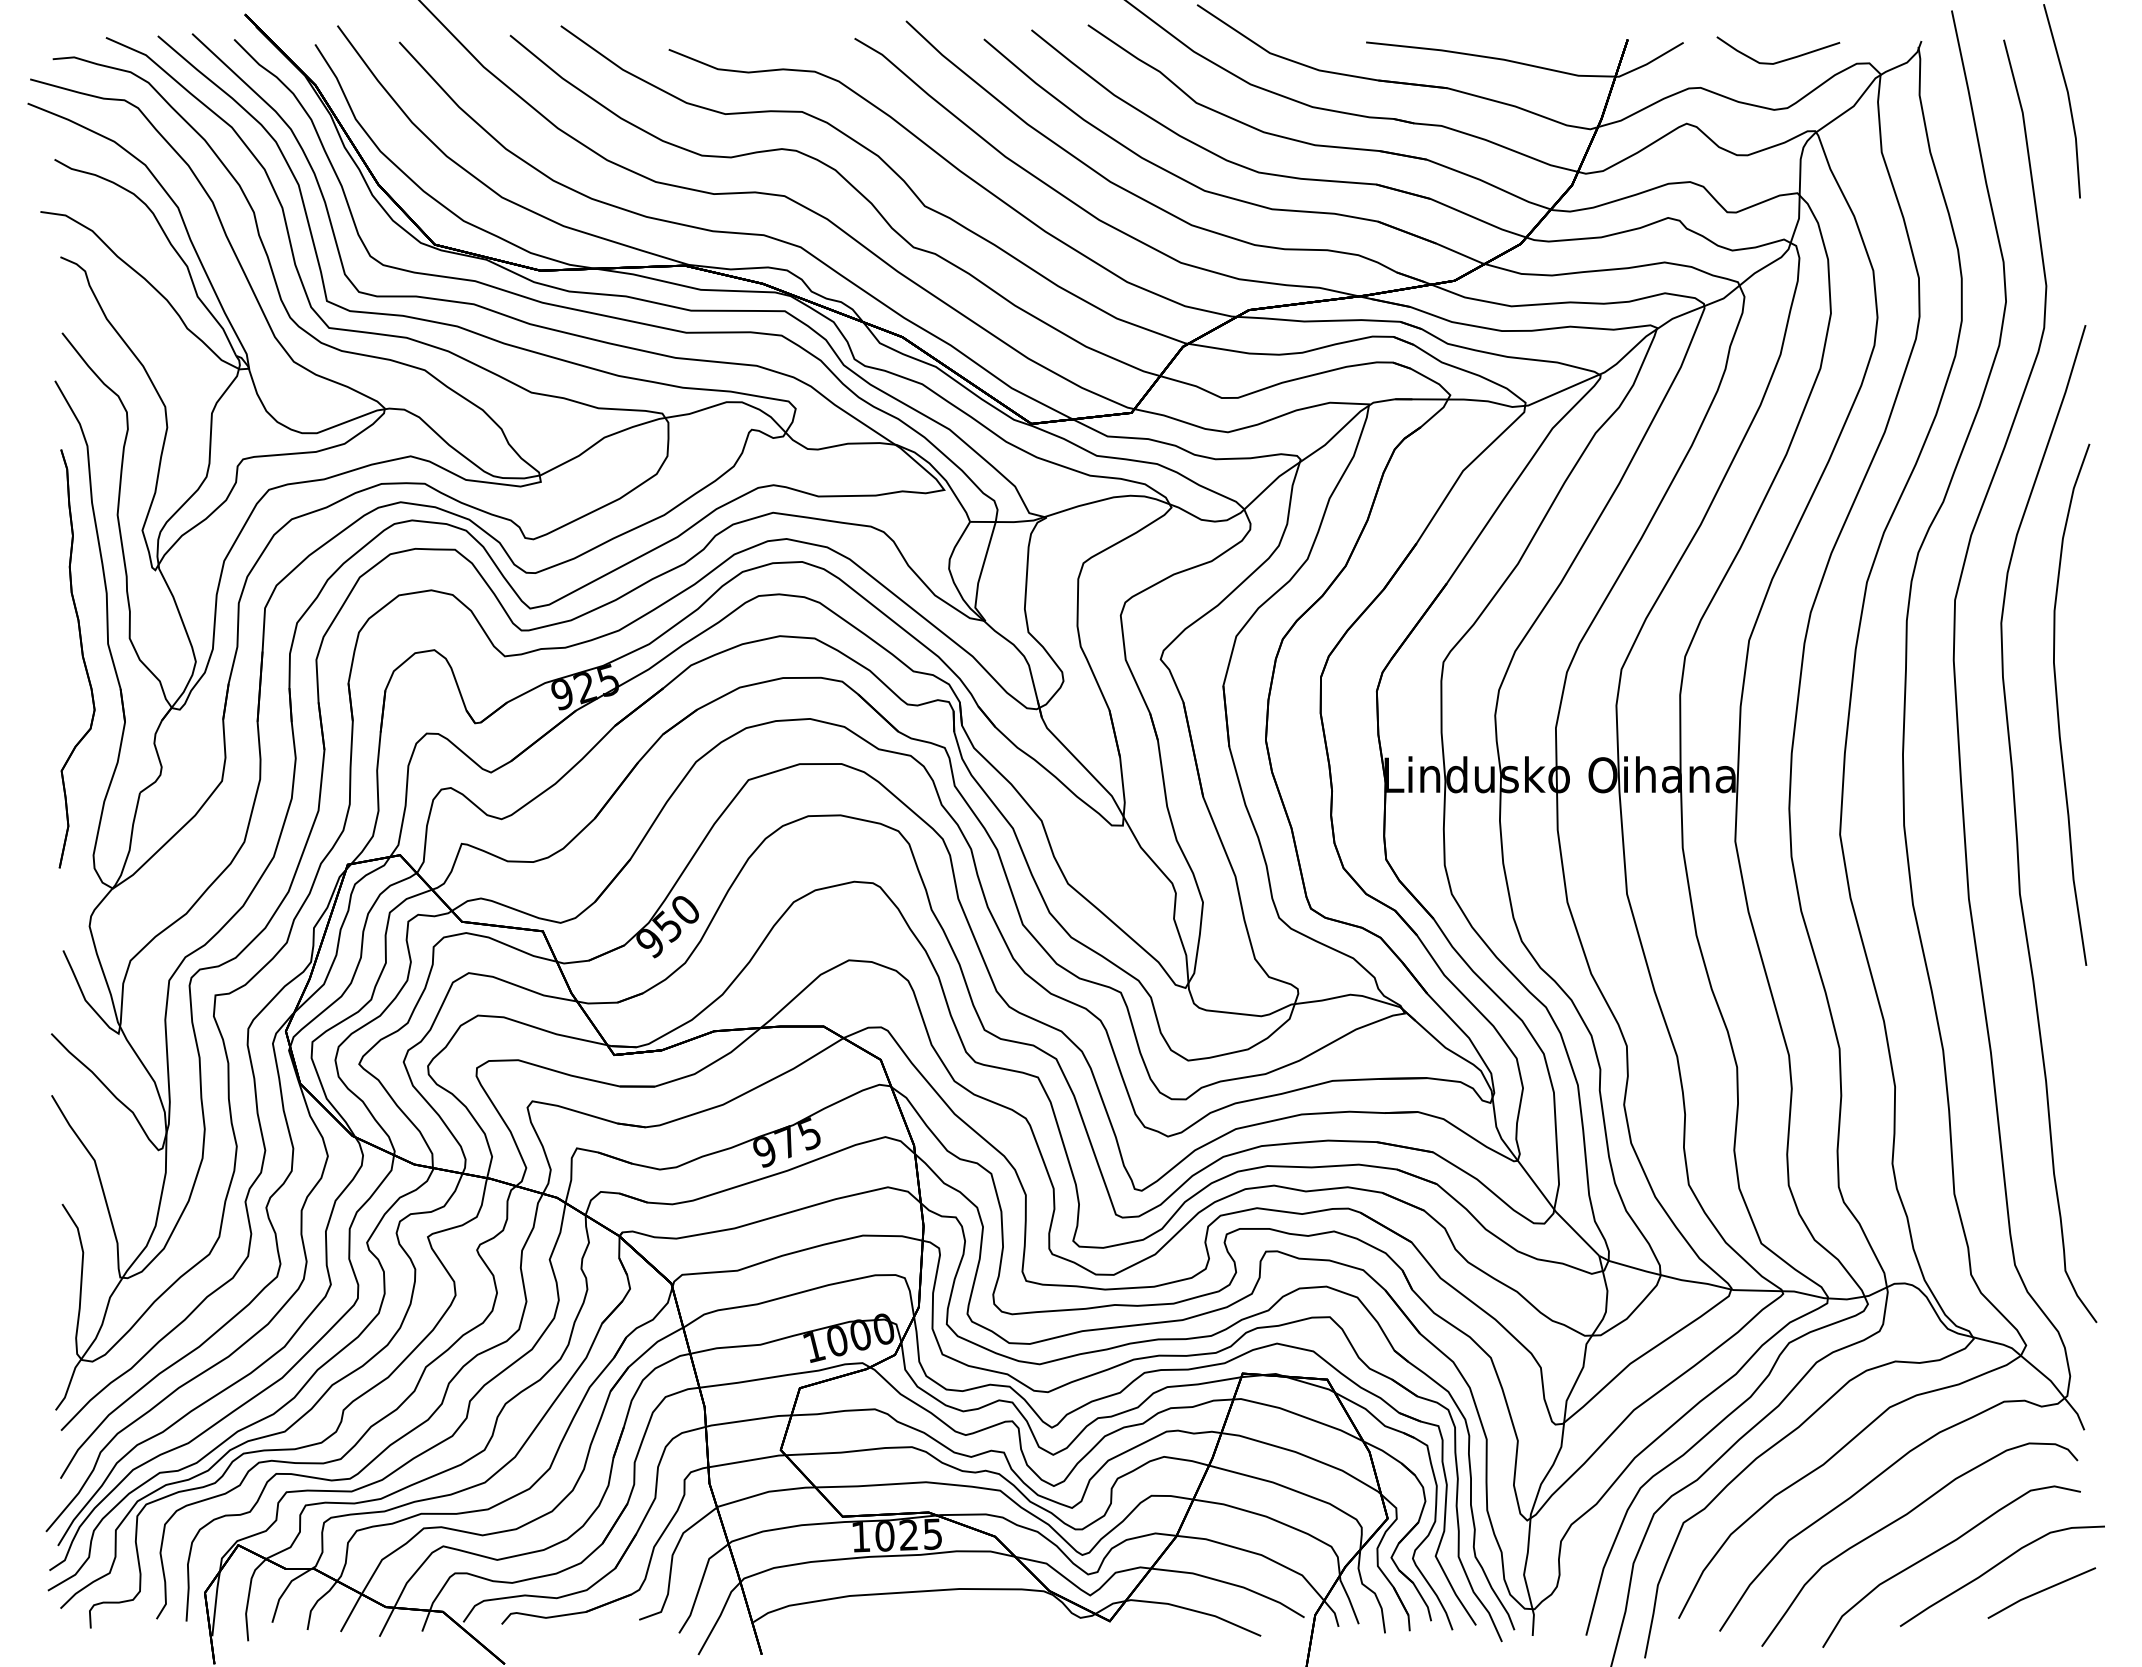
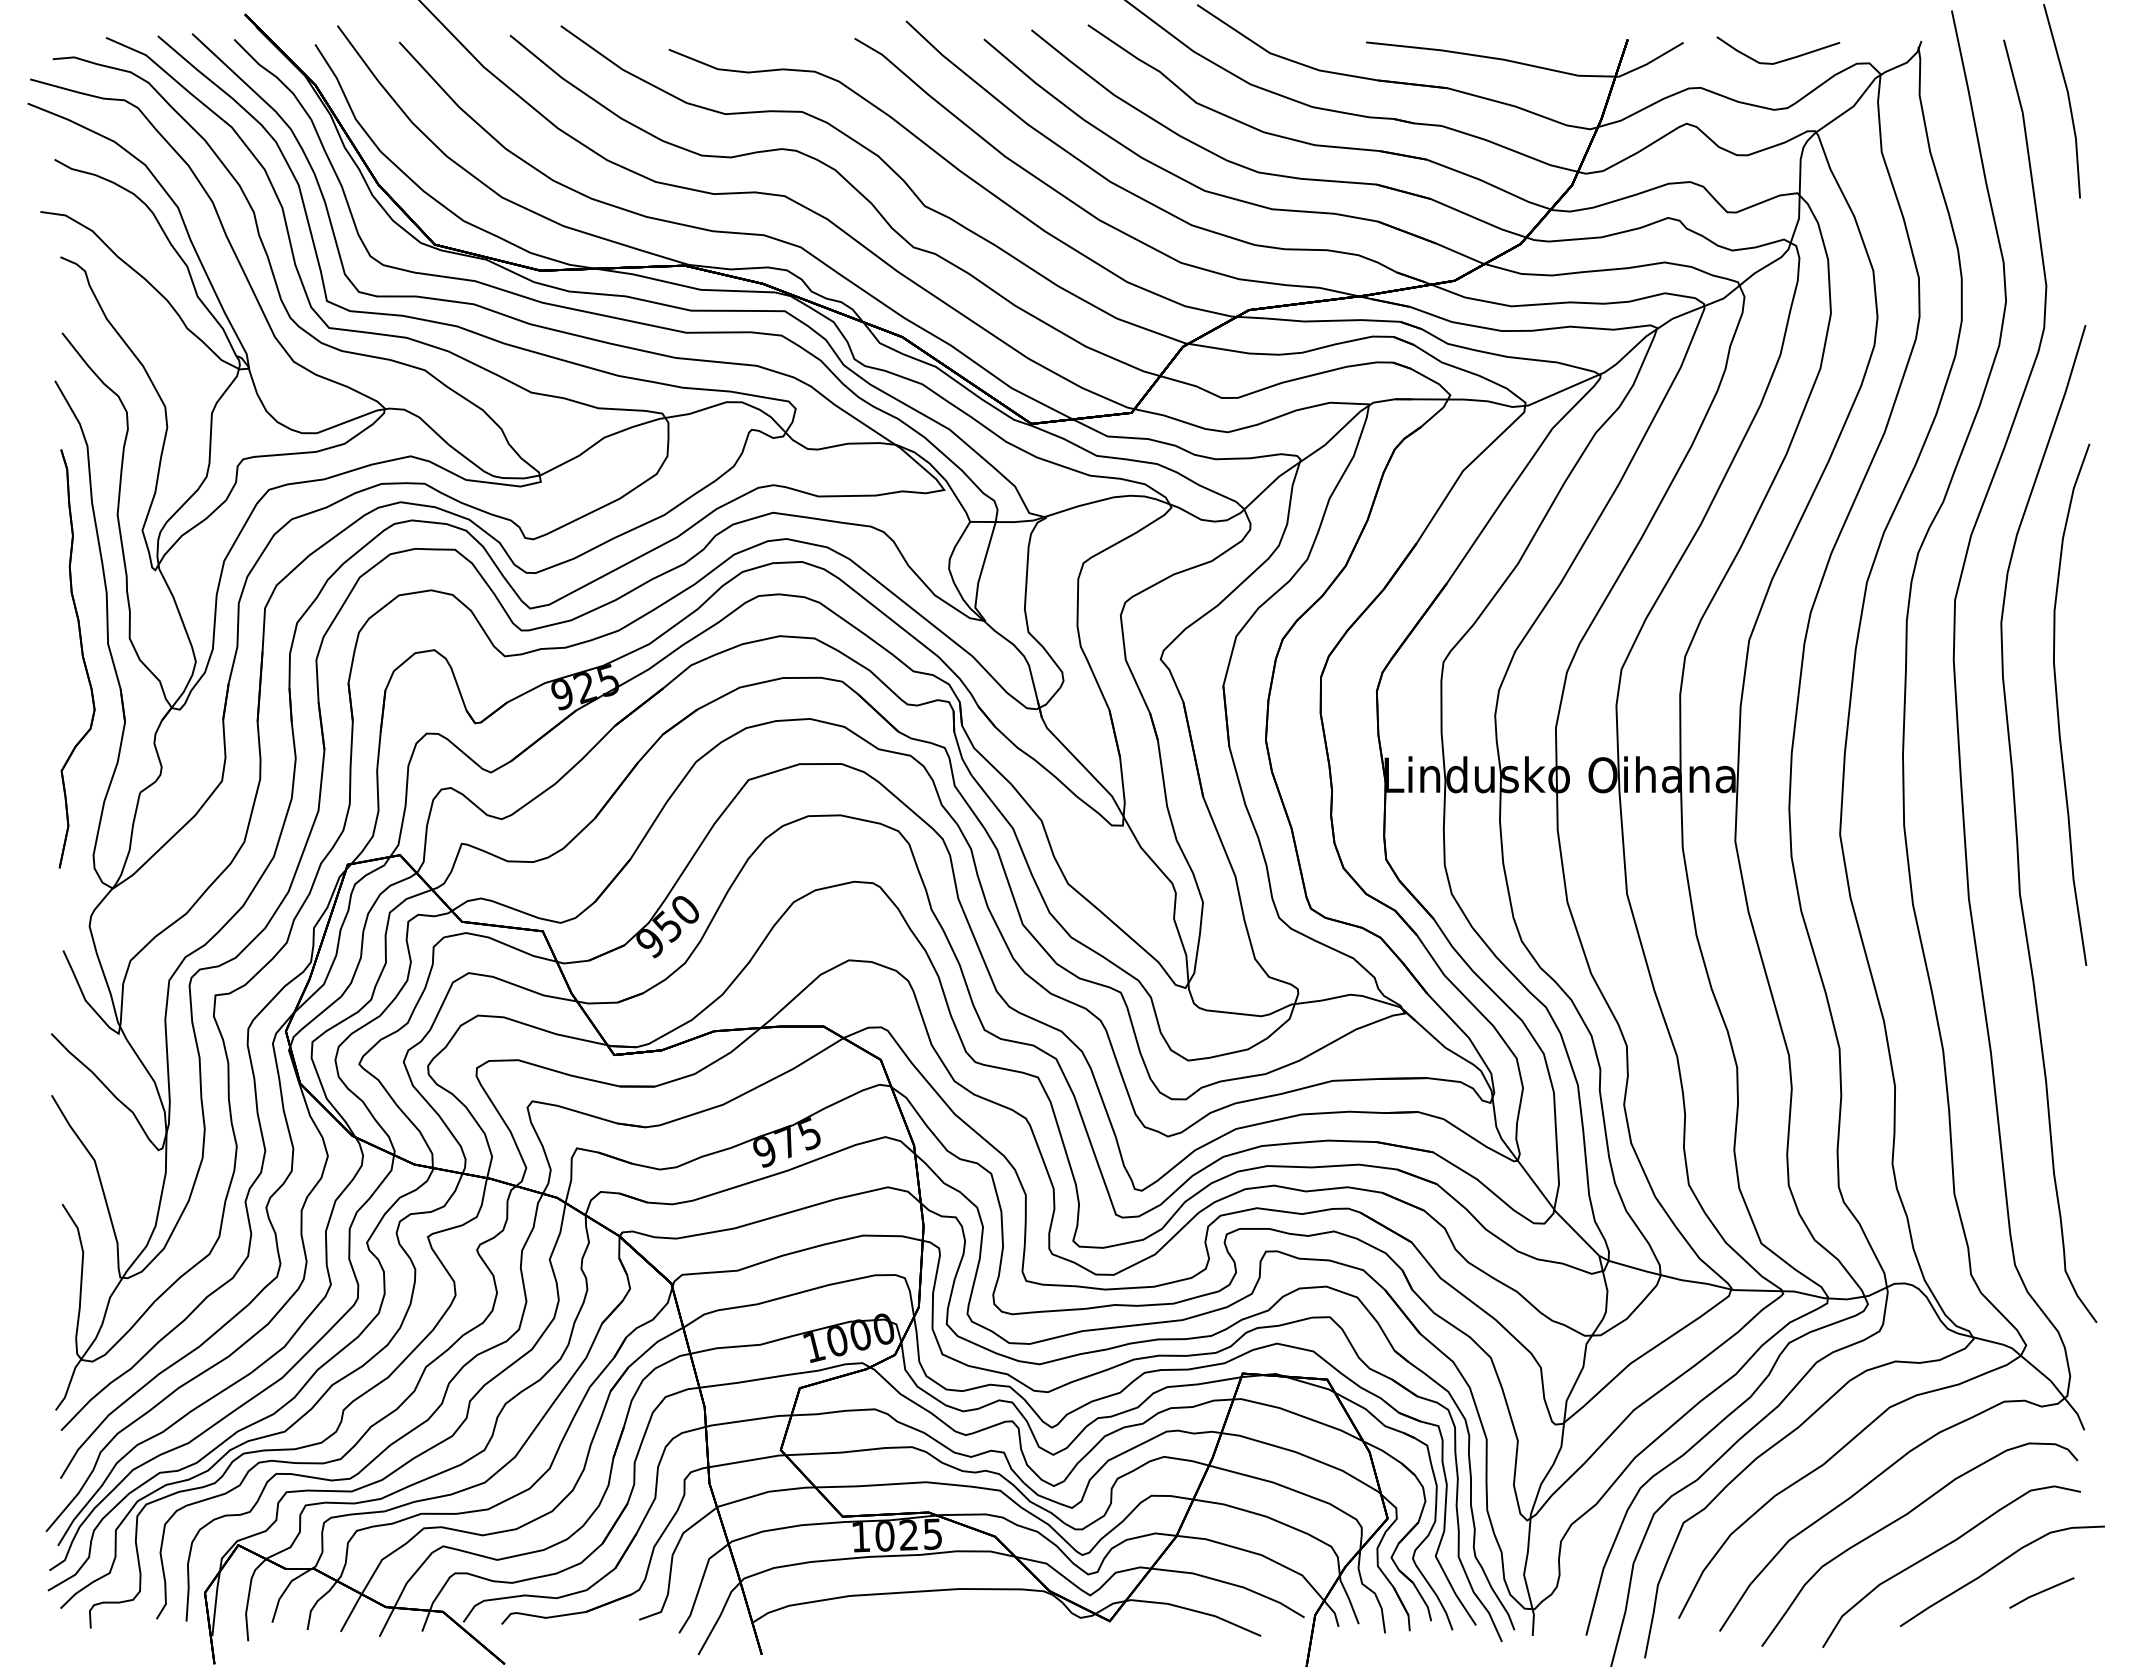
part at (2041, 1592) size: 110x52 px -> 66x32 px
